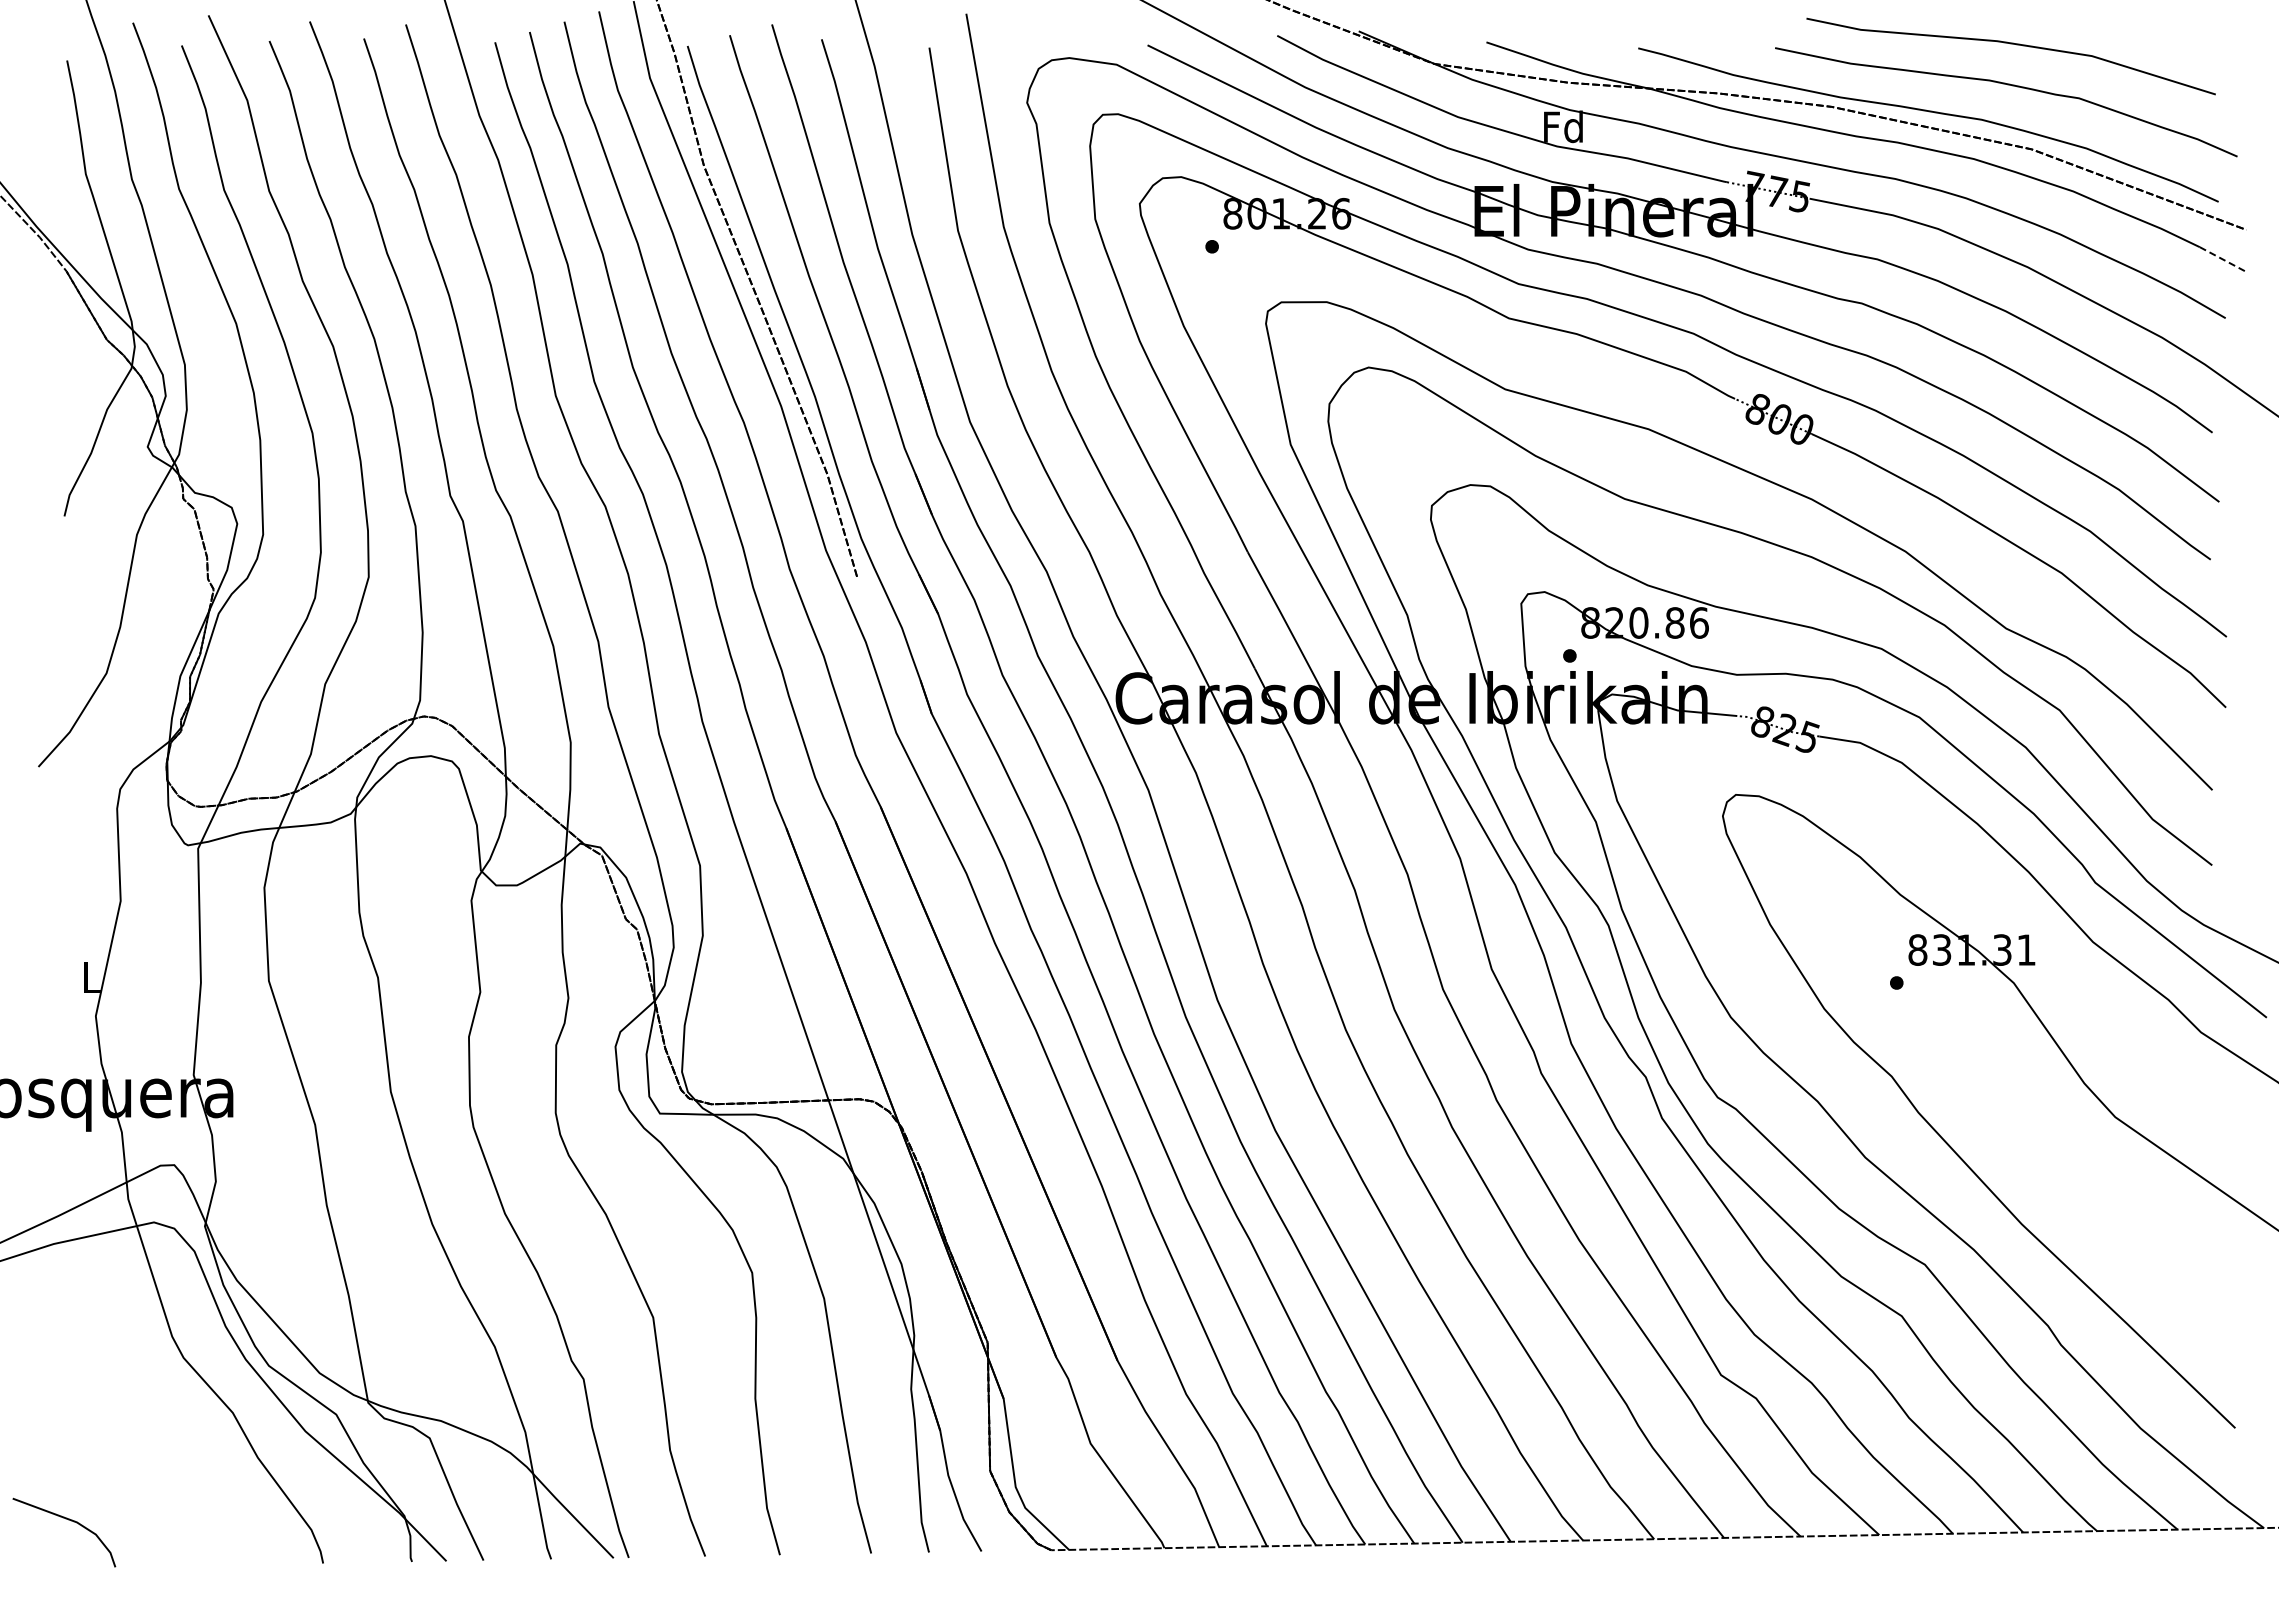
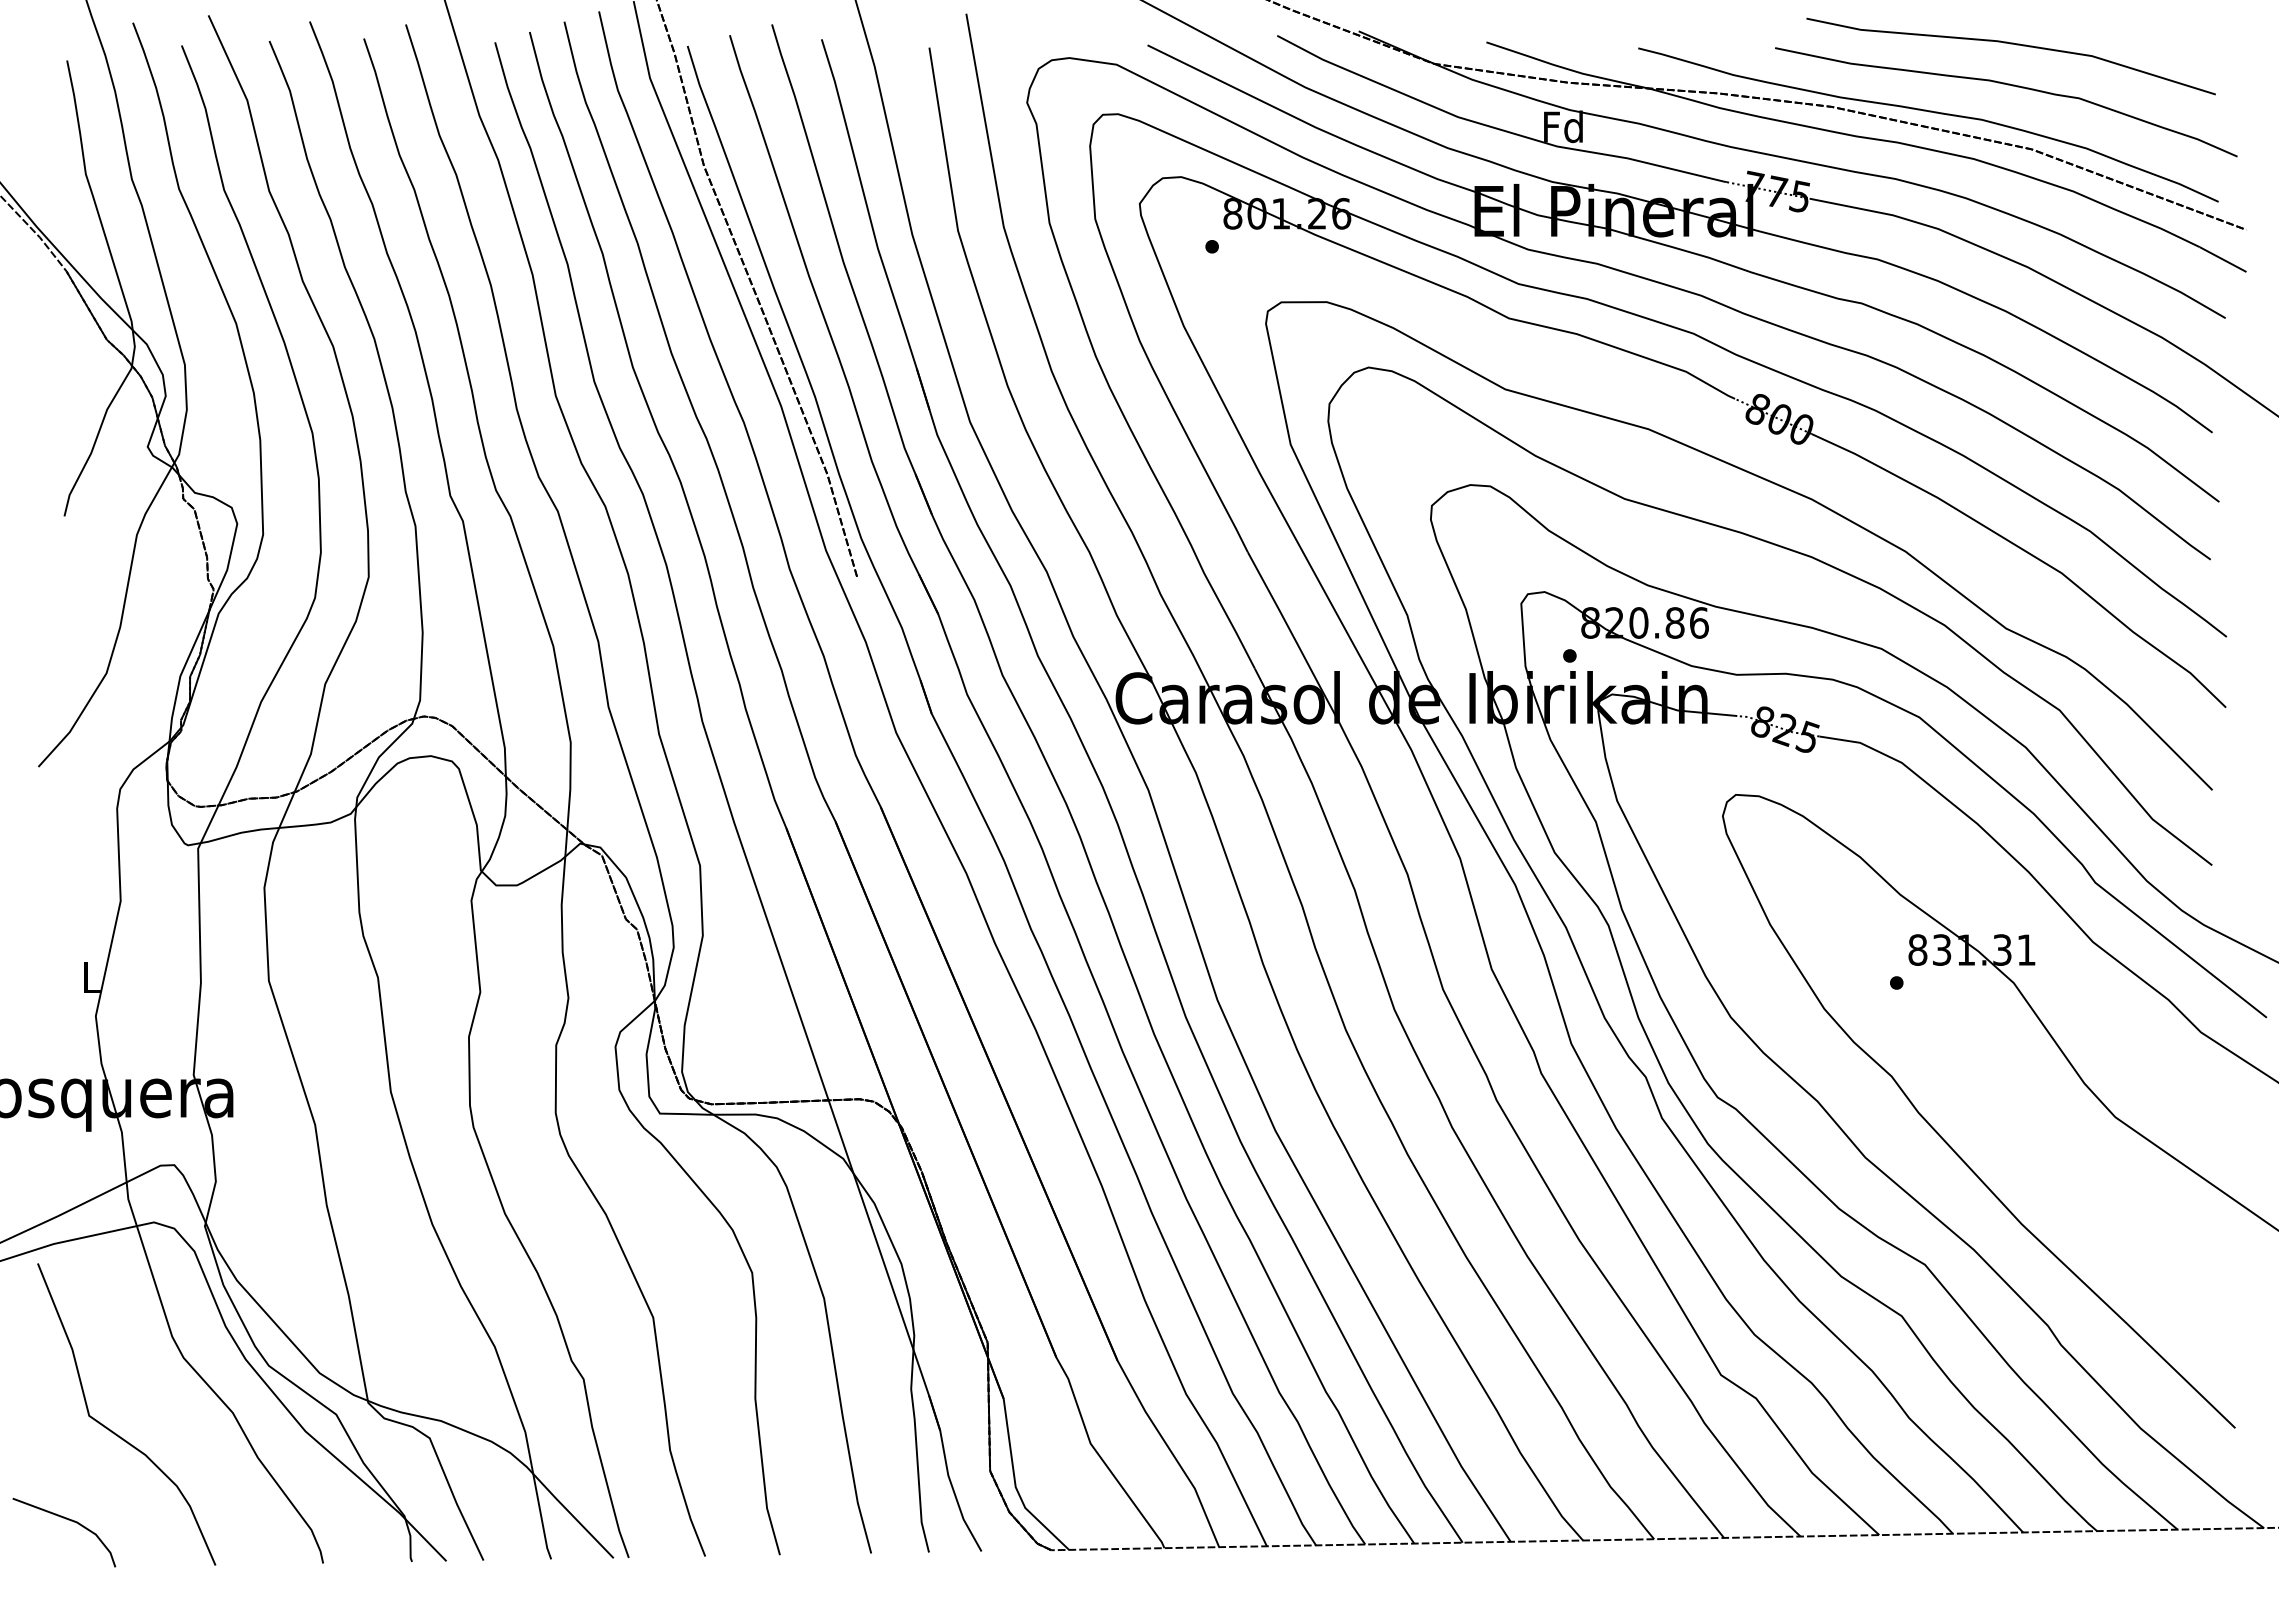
line at (2223, 259): dashed -> solid
curve at (112, 1430): none -> present
